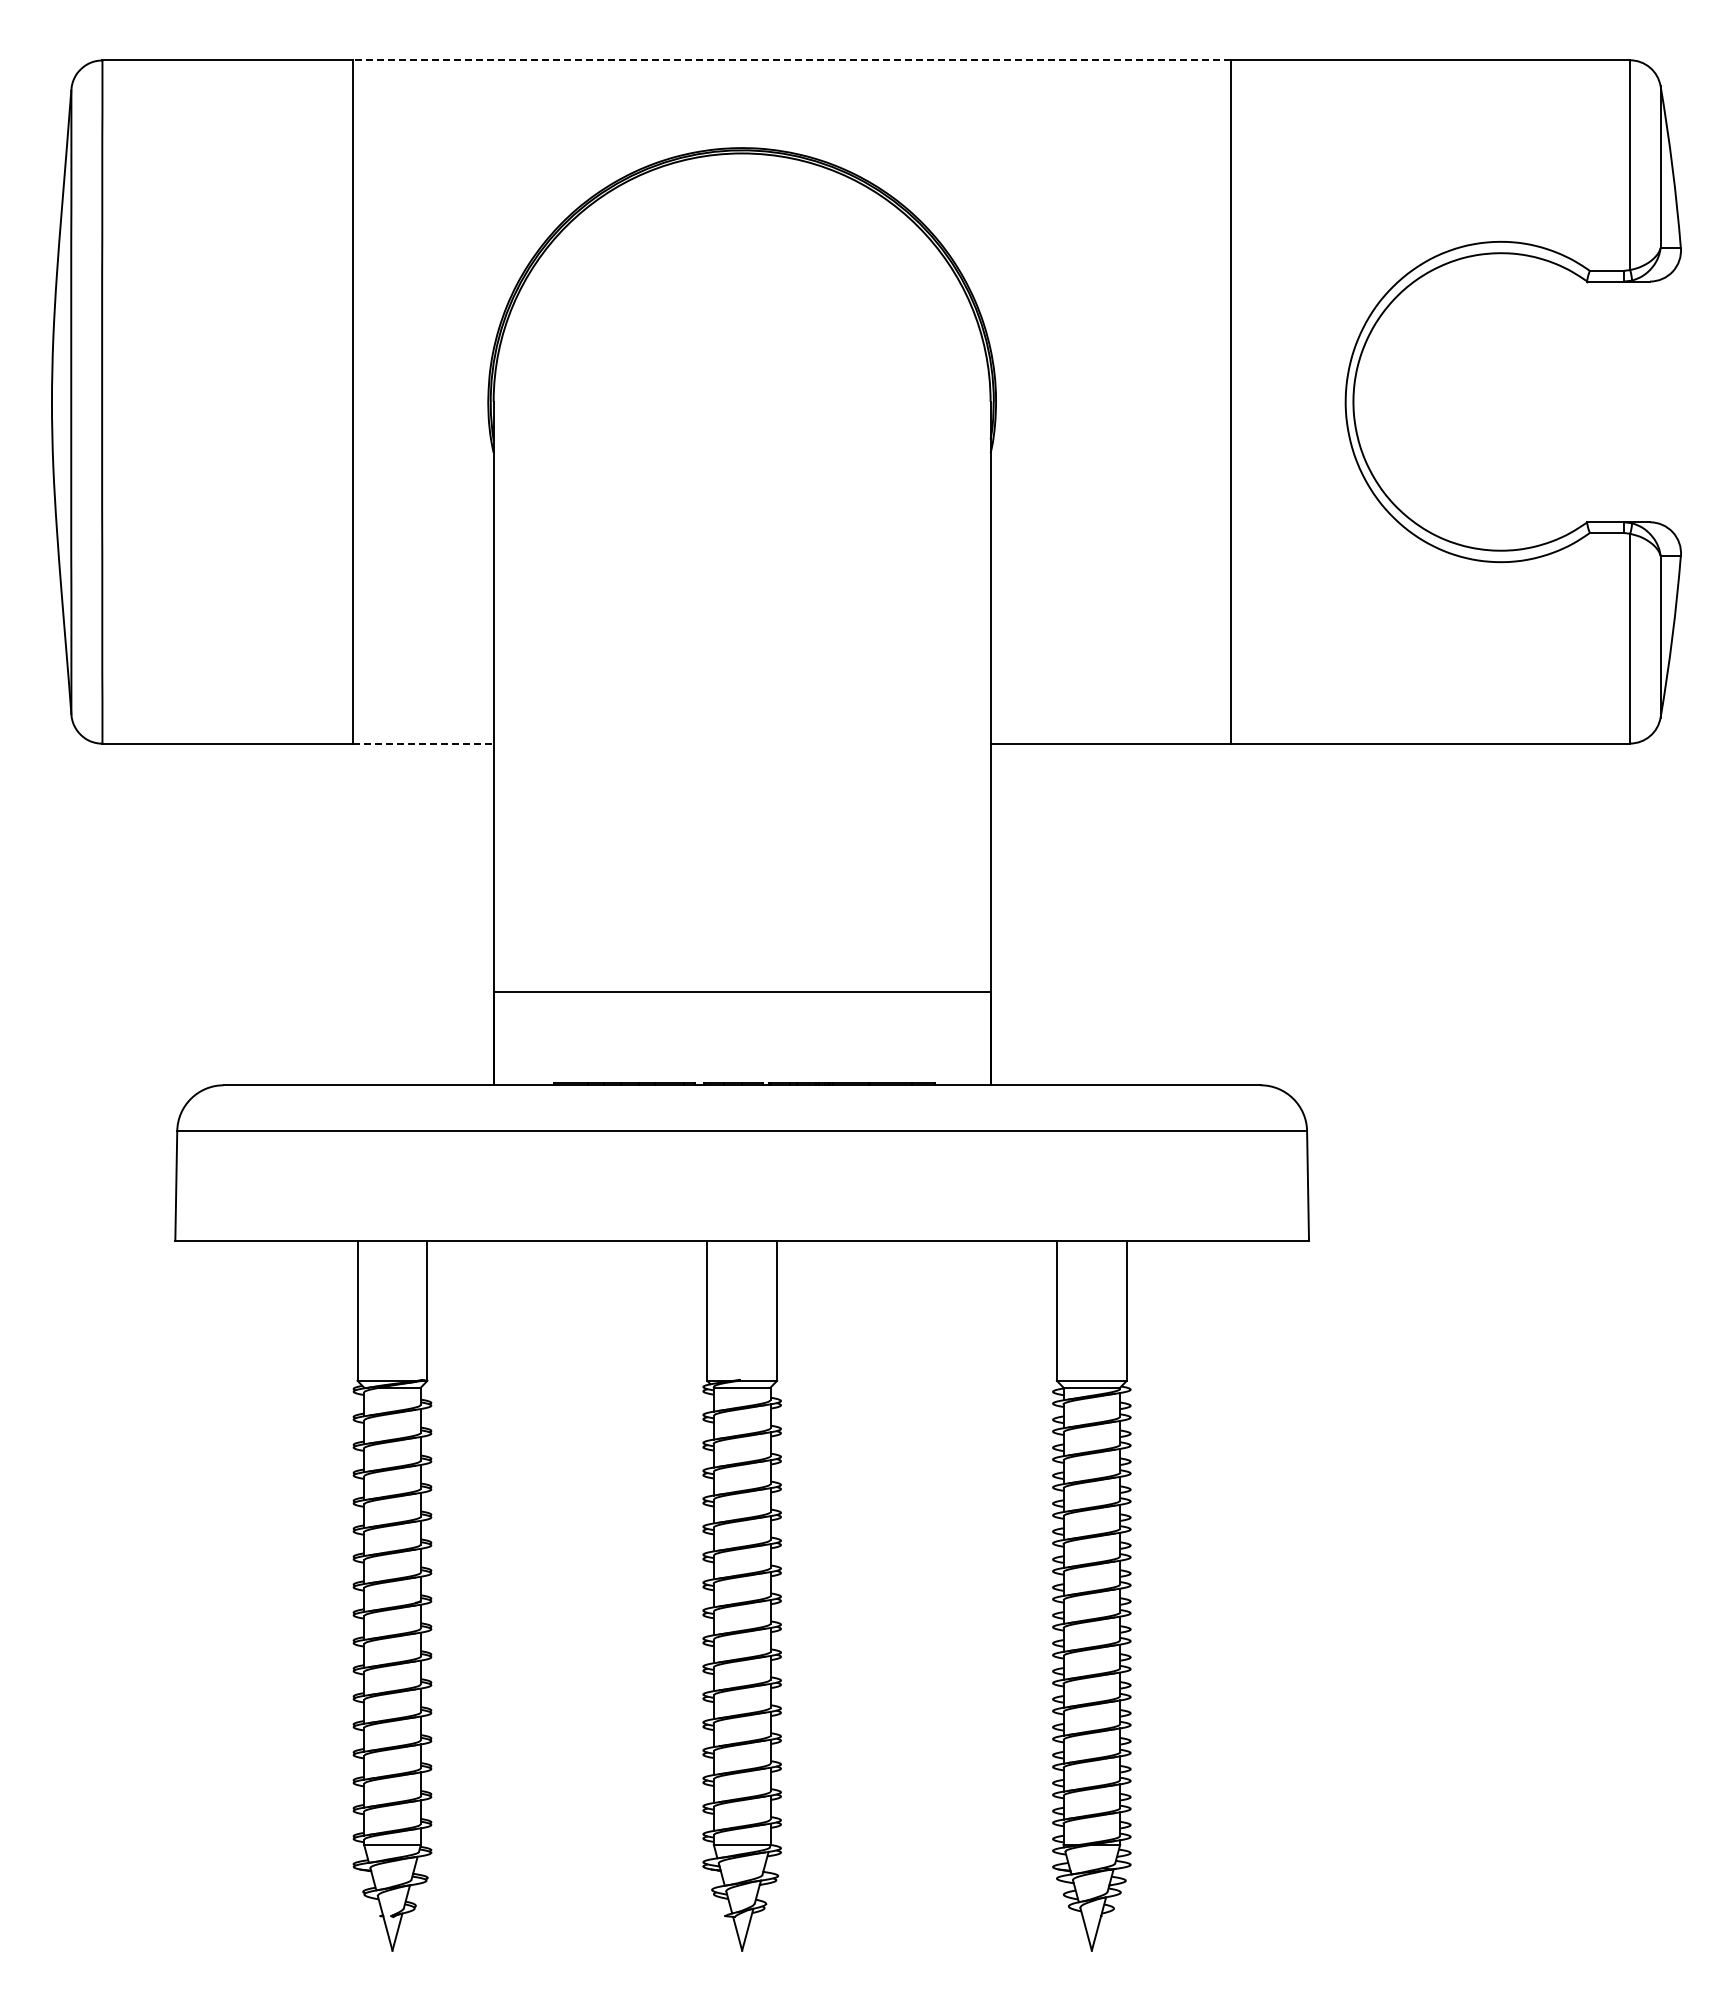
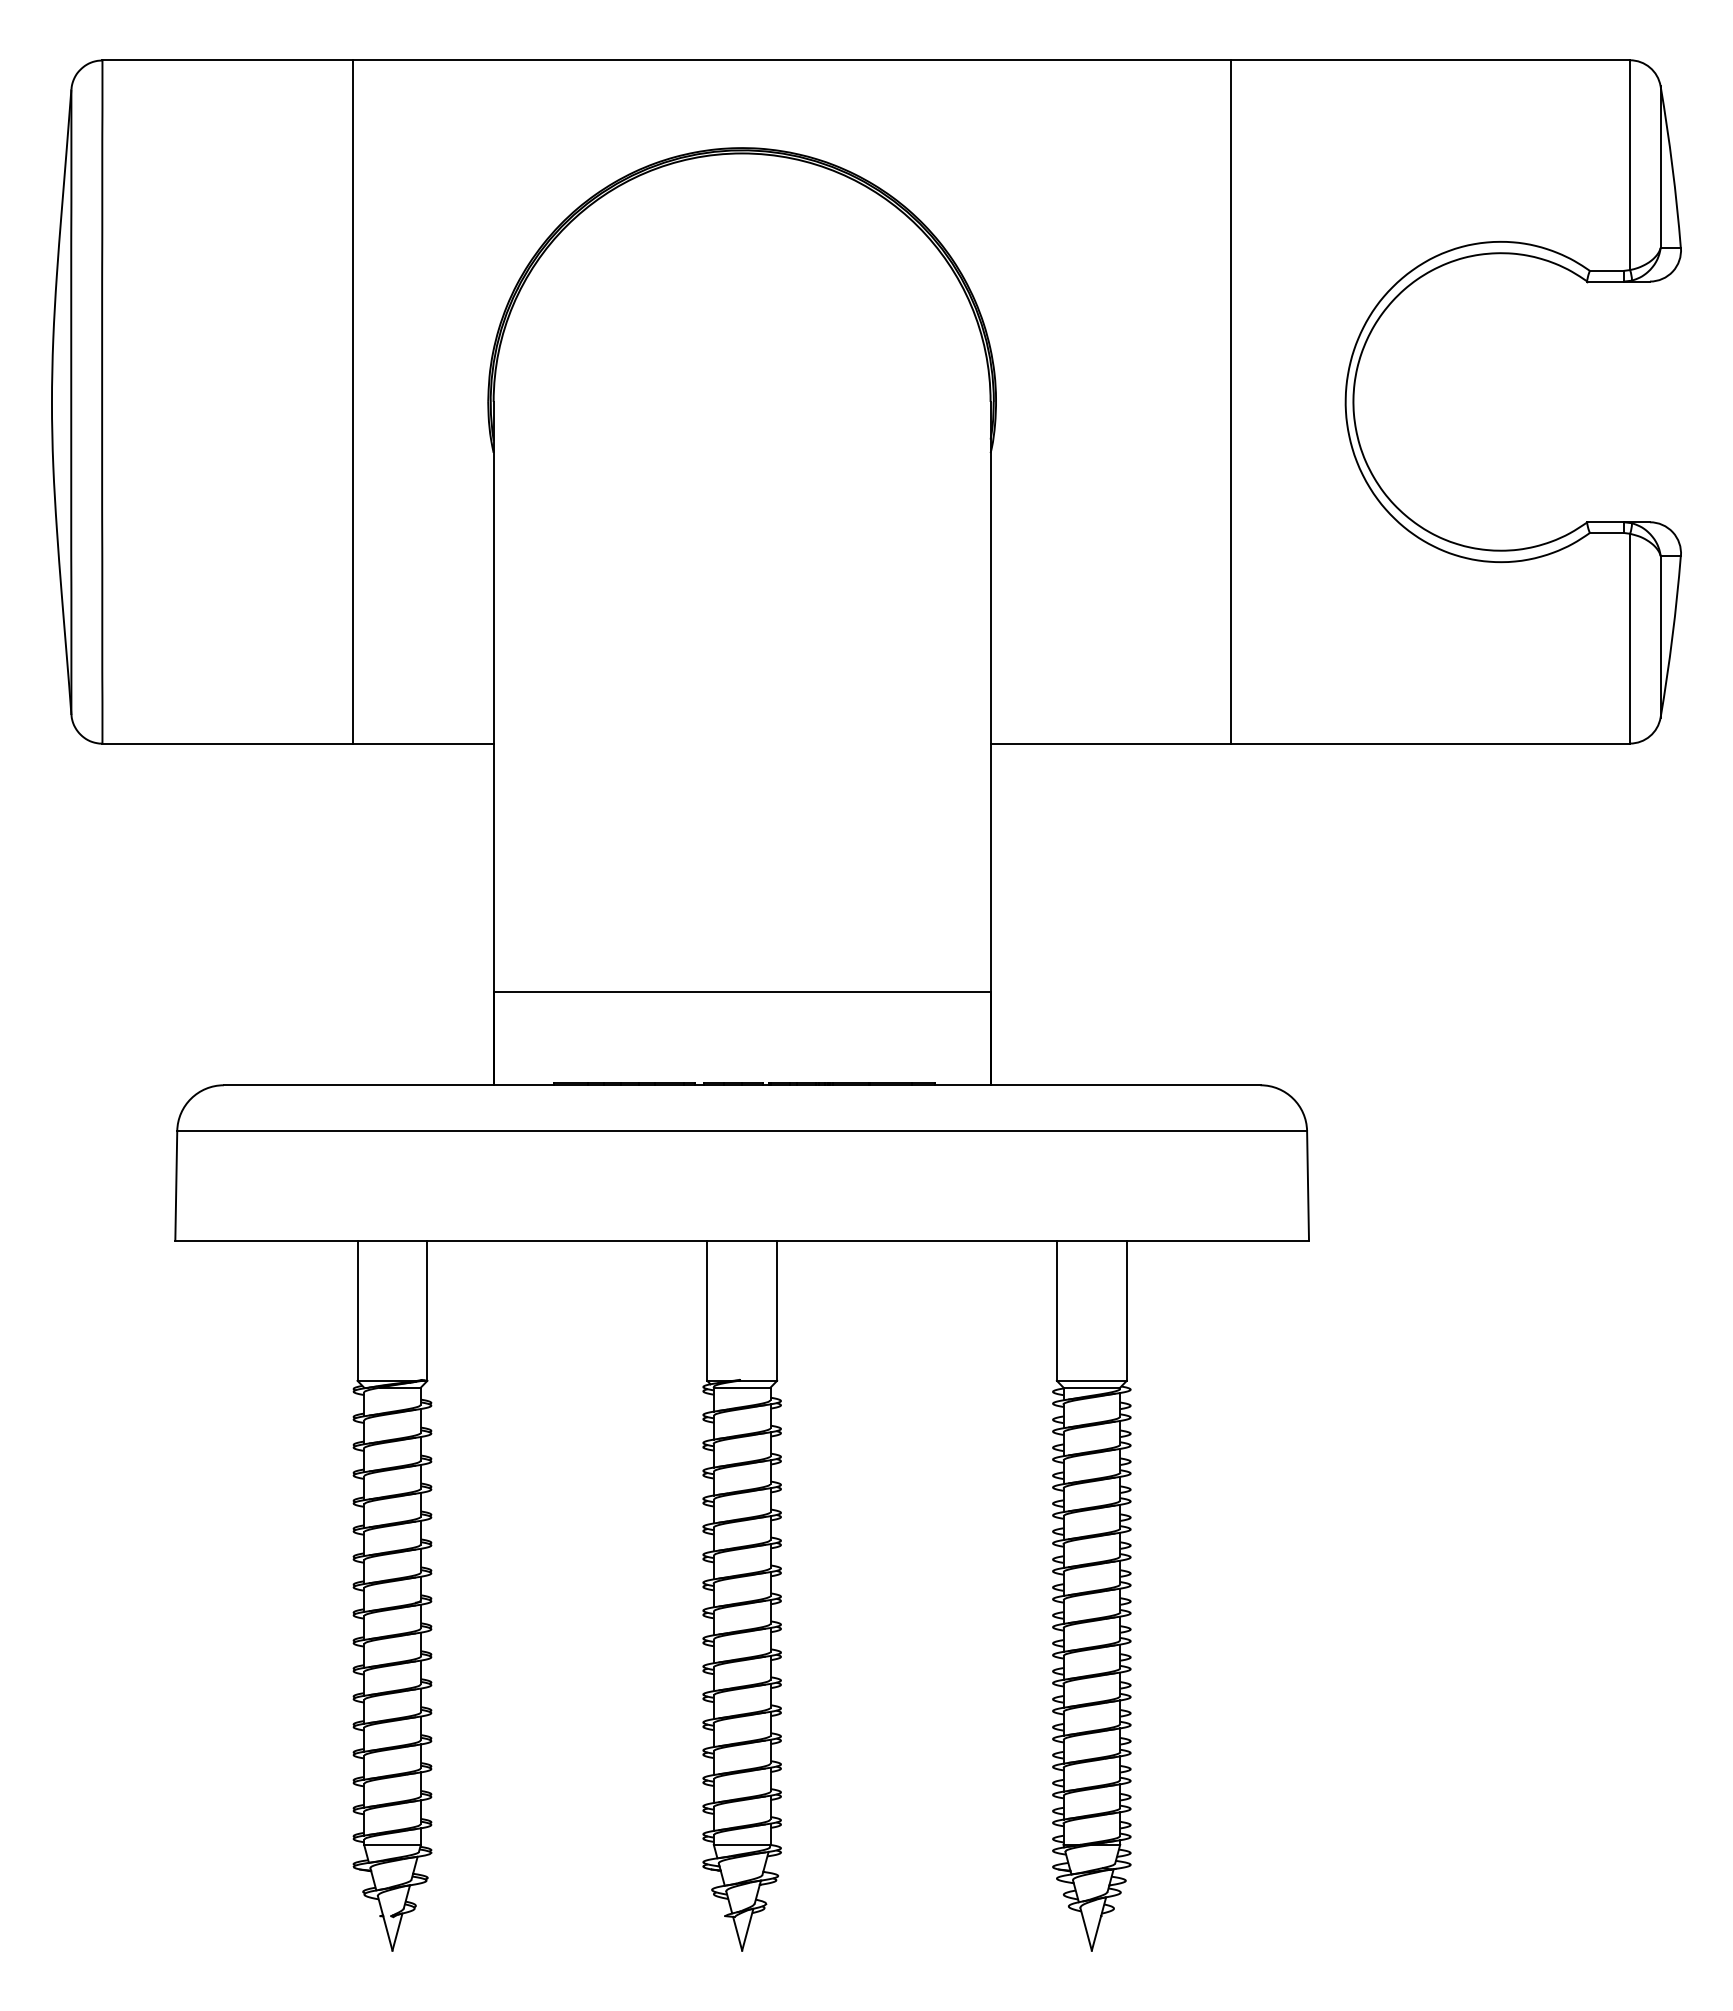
line at (791, 60): dashed -> solid
line at (423, 743): dashed -> solid
